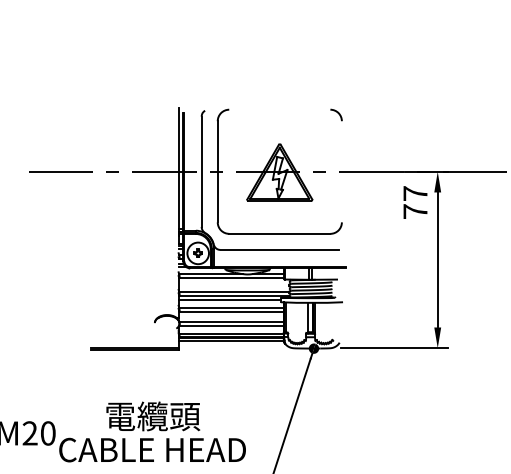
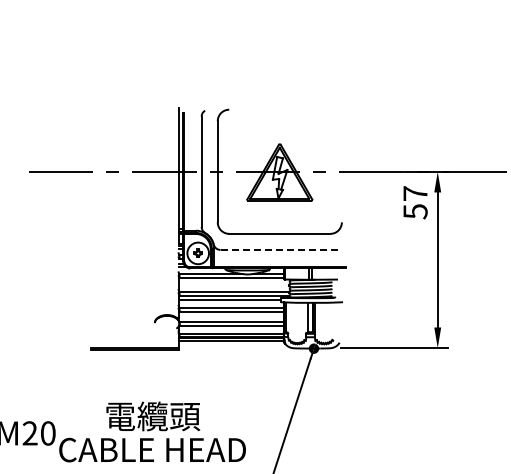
arc at (337, 113): present -> none
text at (415, 211): 77 -> 57
line at (280, 249): solid -> dashed
